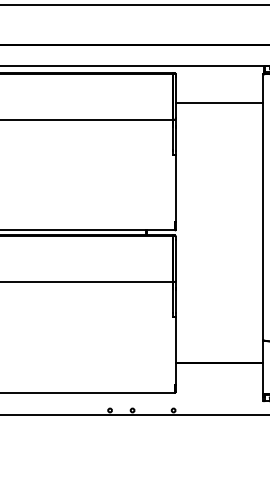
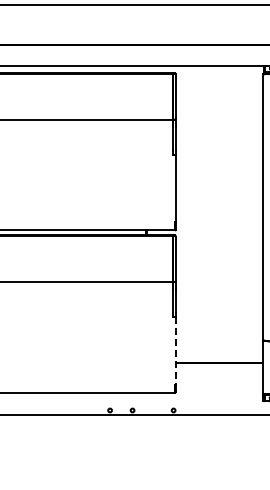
line at (219, 102): present -> none
line at (175, 350): solid -> dashed
